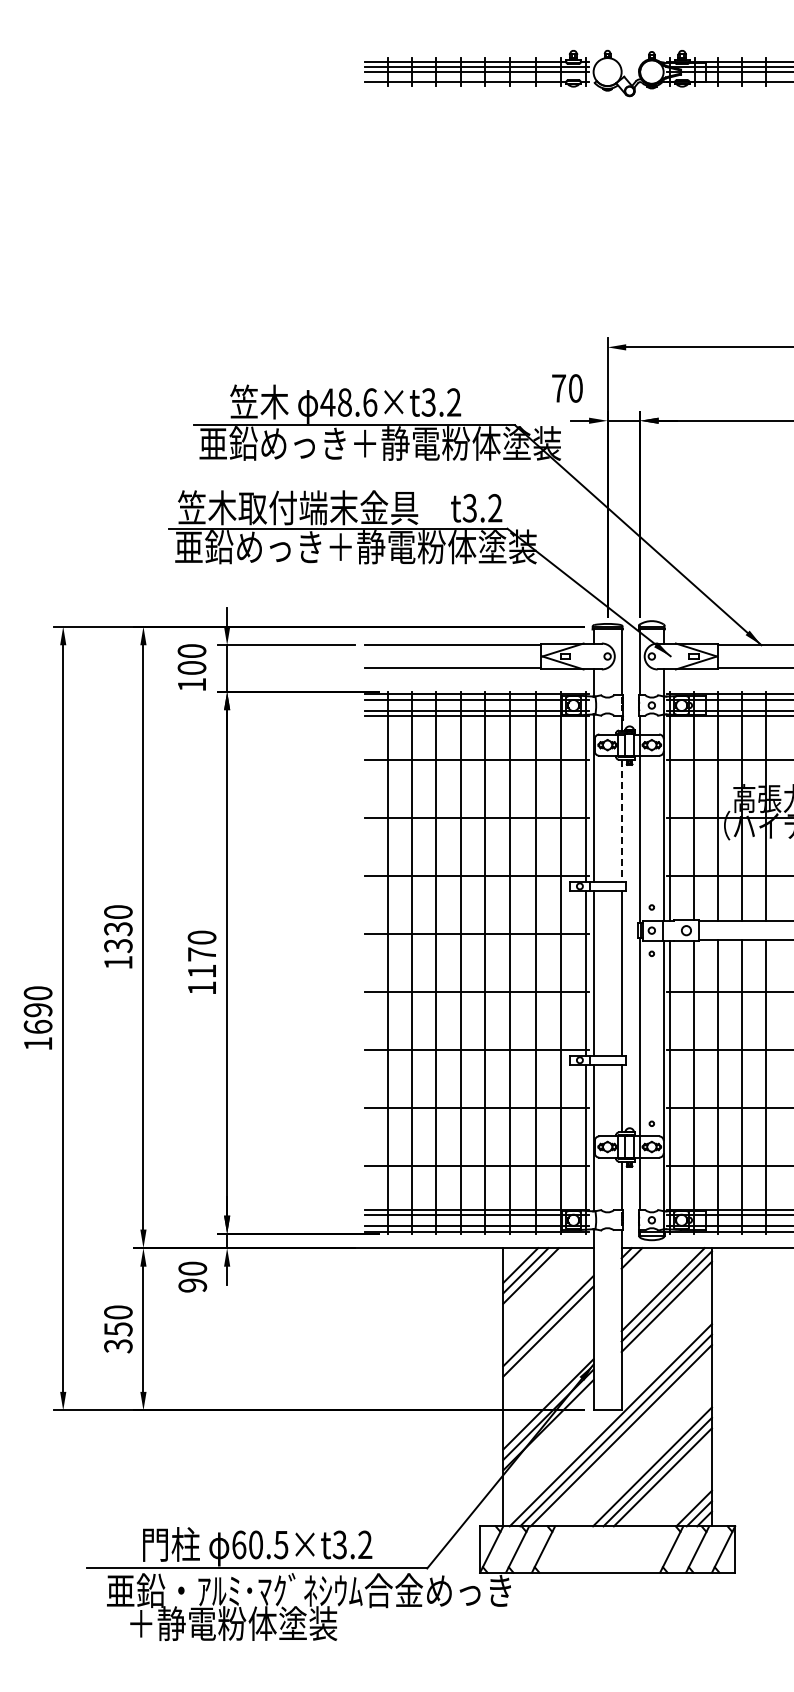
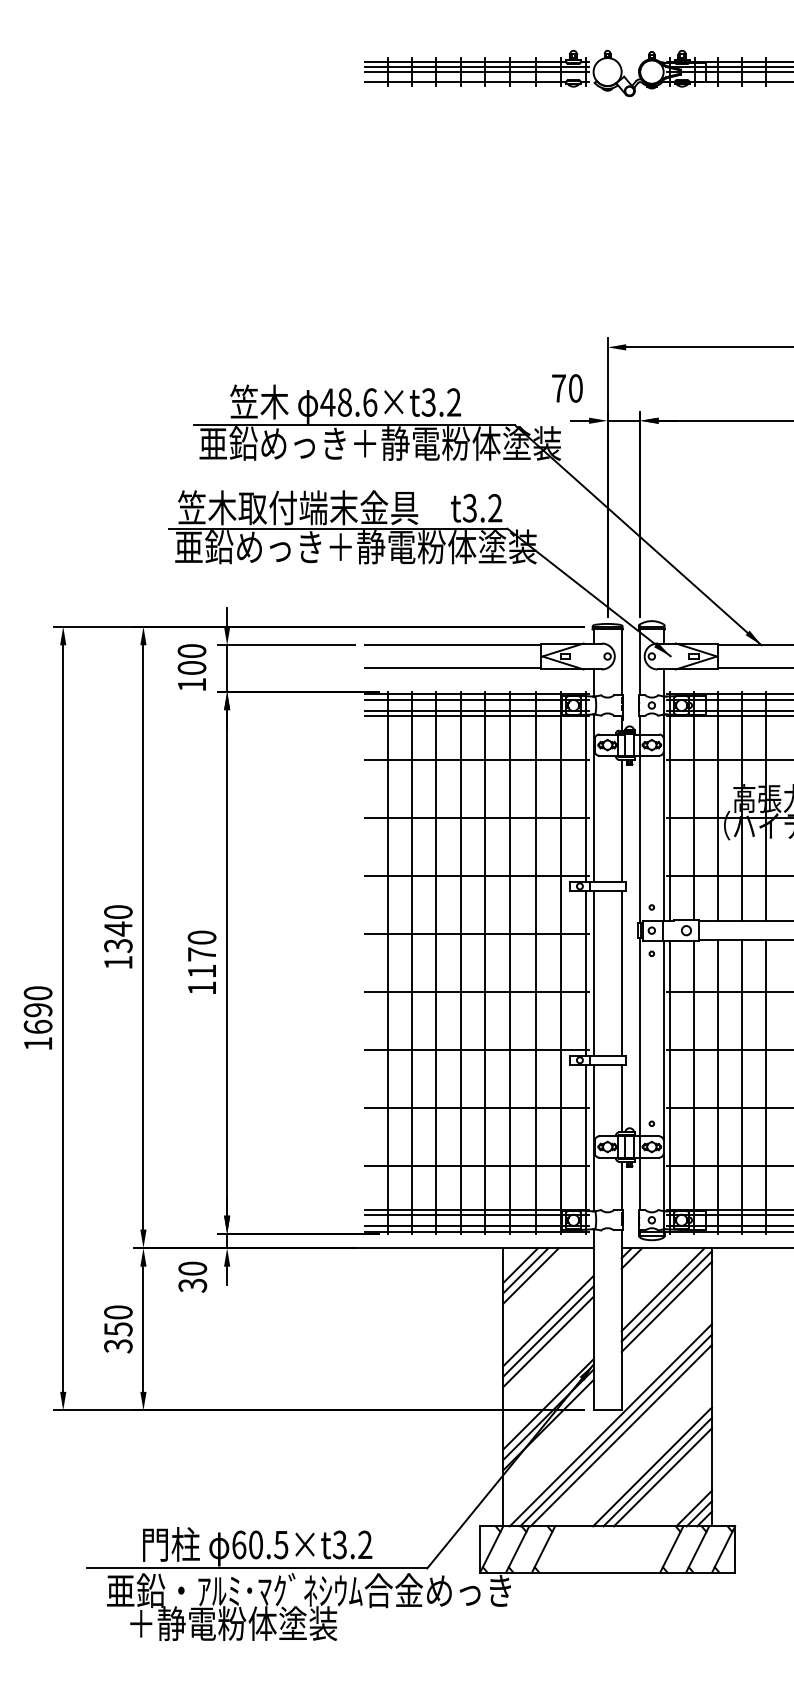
line at (621, 820): dashed -> solid
text at (118, 928): 1330 -> 1340
text at (192, 1285): 90 -> 30
line at (548, 1341): none -> present
